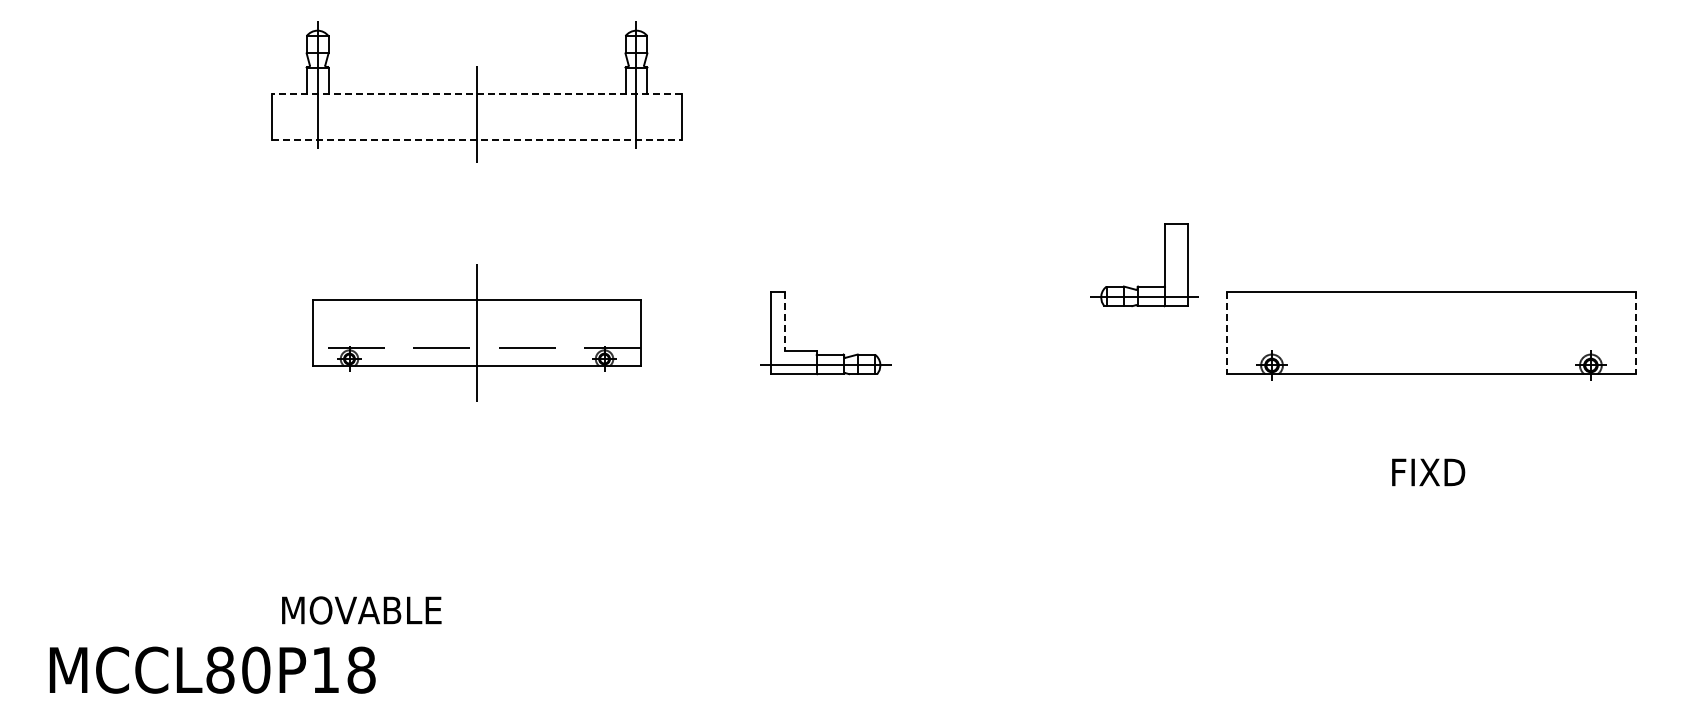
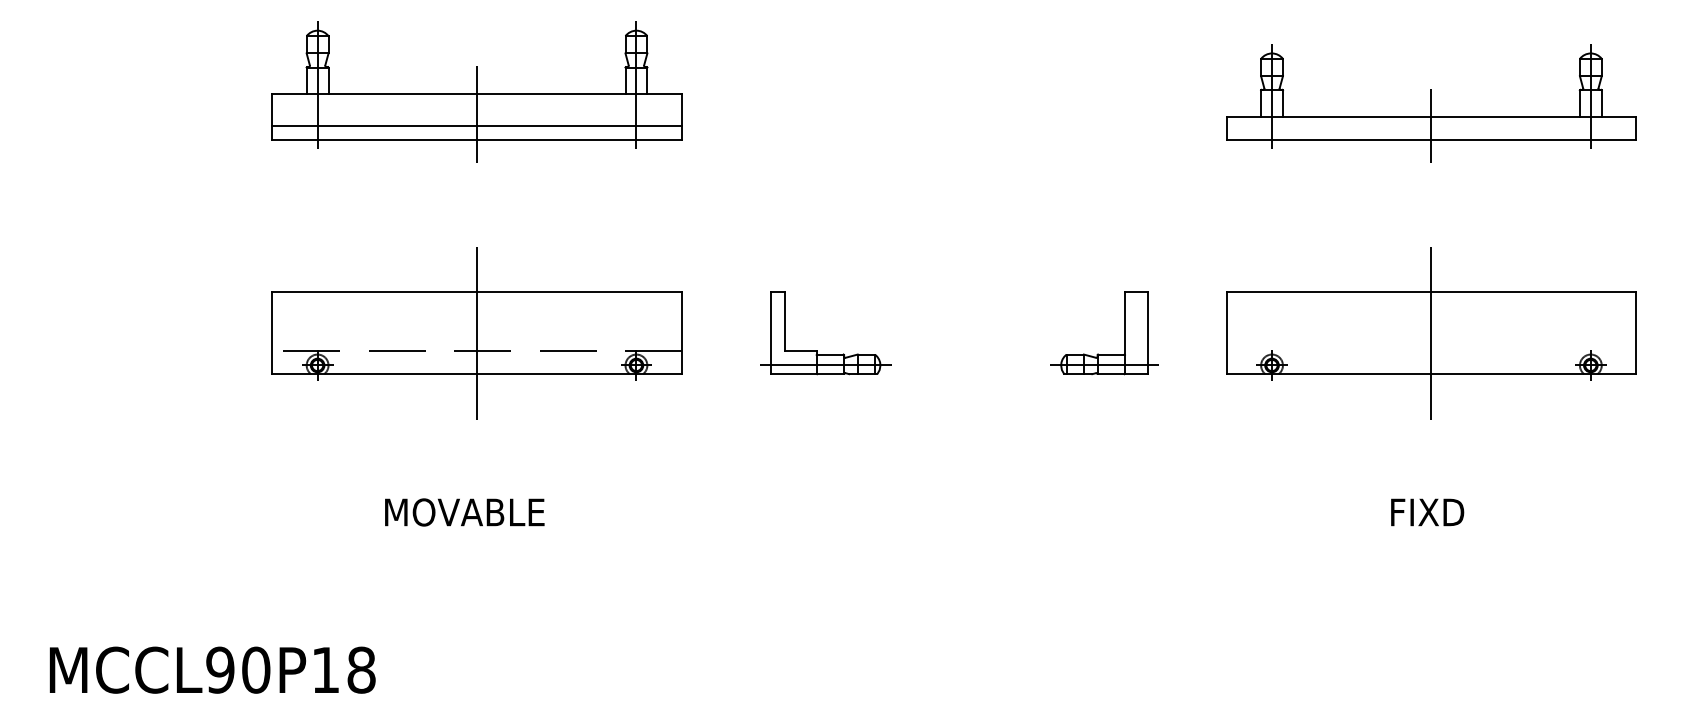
line at (477, 94): dashed -> solid
part at (1431, 103): none -> present
line at (476, 126): none -> present
line at (477, 140): dashed -> solid
part at (1164, 265) position: (1164, 265) -> (1124, 333)
line at (784, 321): dashed -> solid
part at (476, 332) size: 330x138 px -> 412x173 px
line at (1431, 332): none -> present
line at (1226, 333): dashed -> solid
line at (1636, 333): dashed -> solid
text at (1428, 472) position: (1428, 472) -> (1427, 512)
text at (361, 610) position: (361, 610) -> (464, 512)
text at (220, 669): MCCL80P18 -> MCCL90P18
